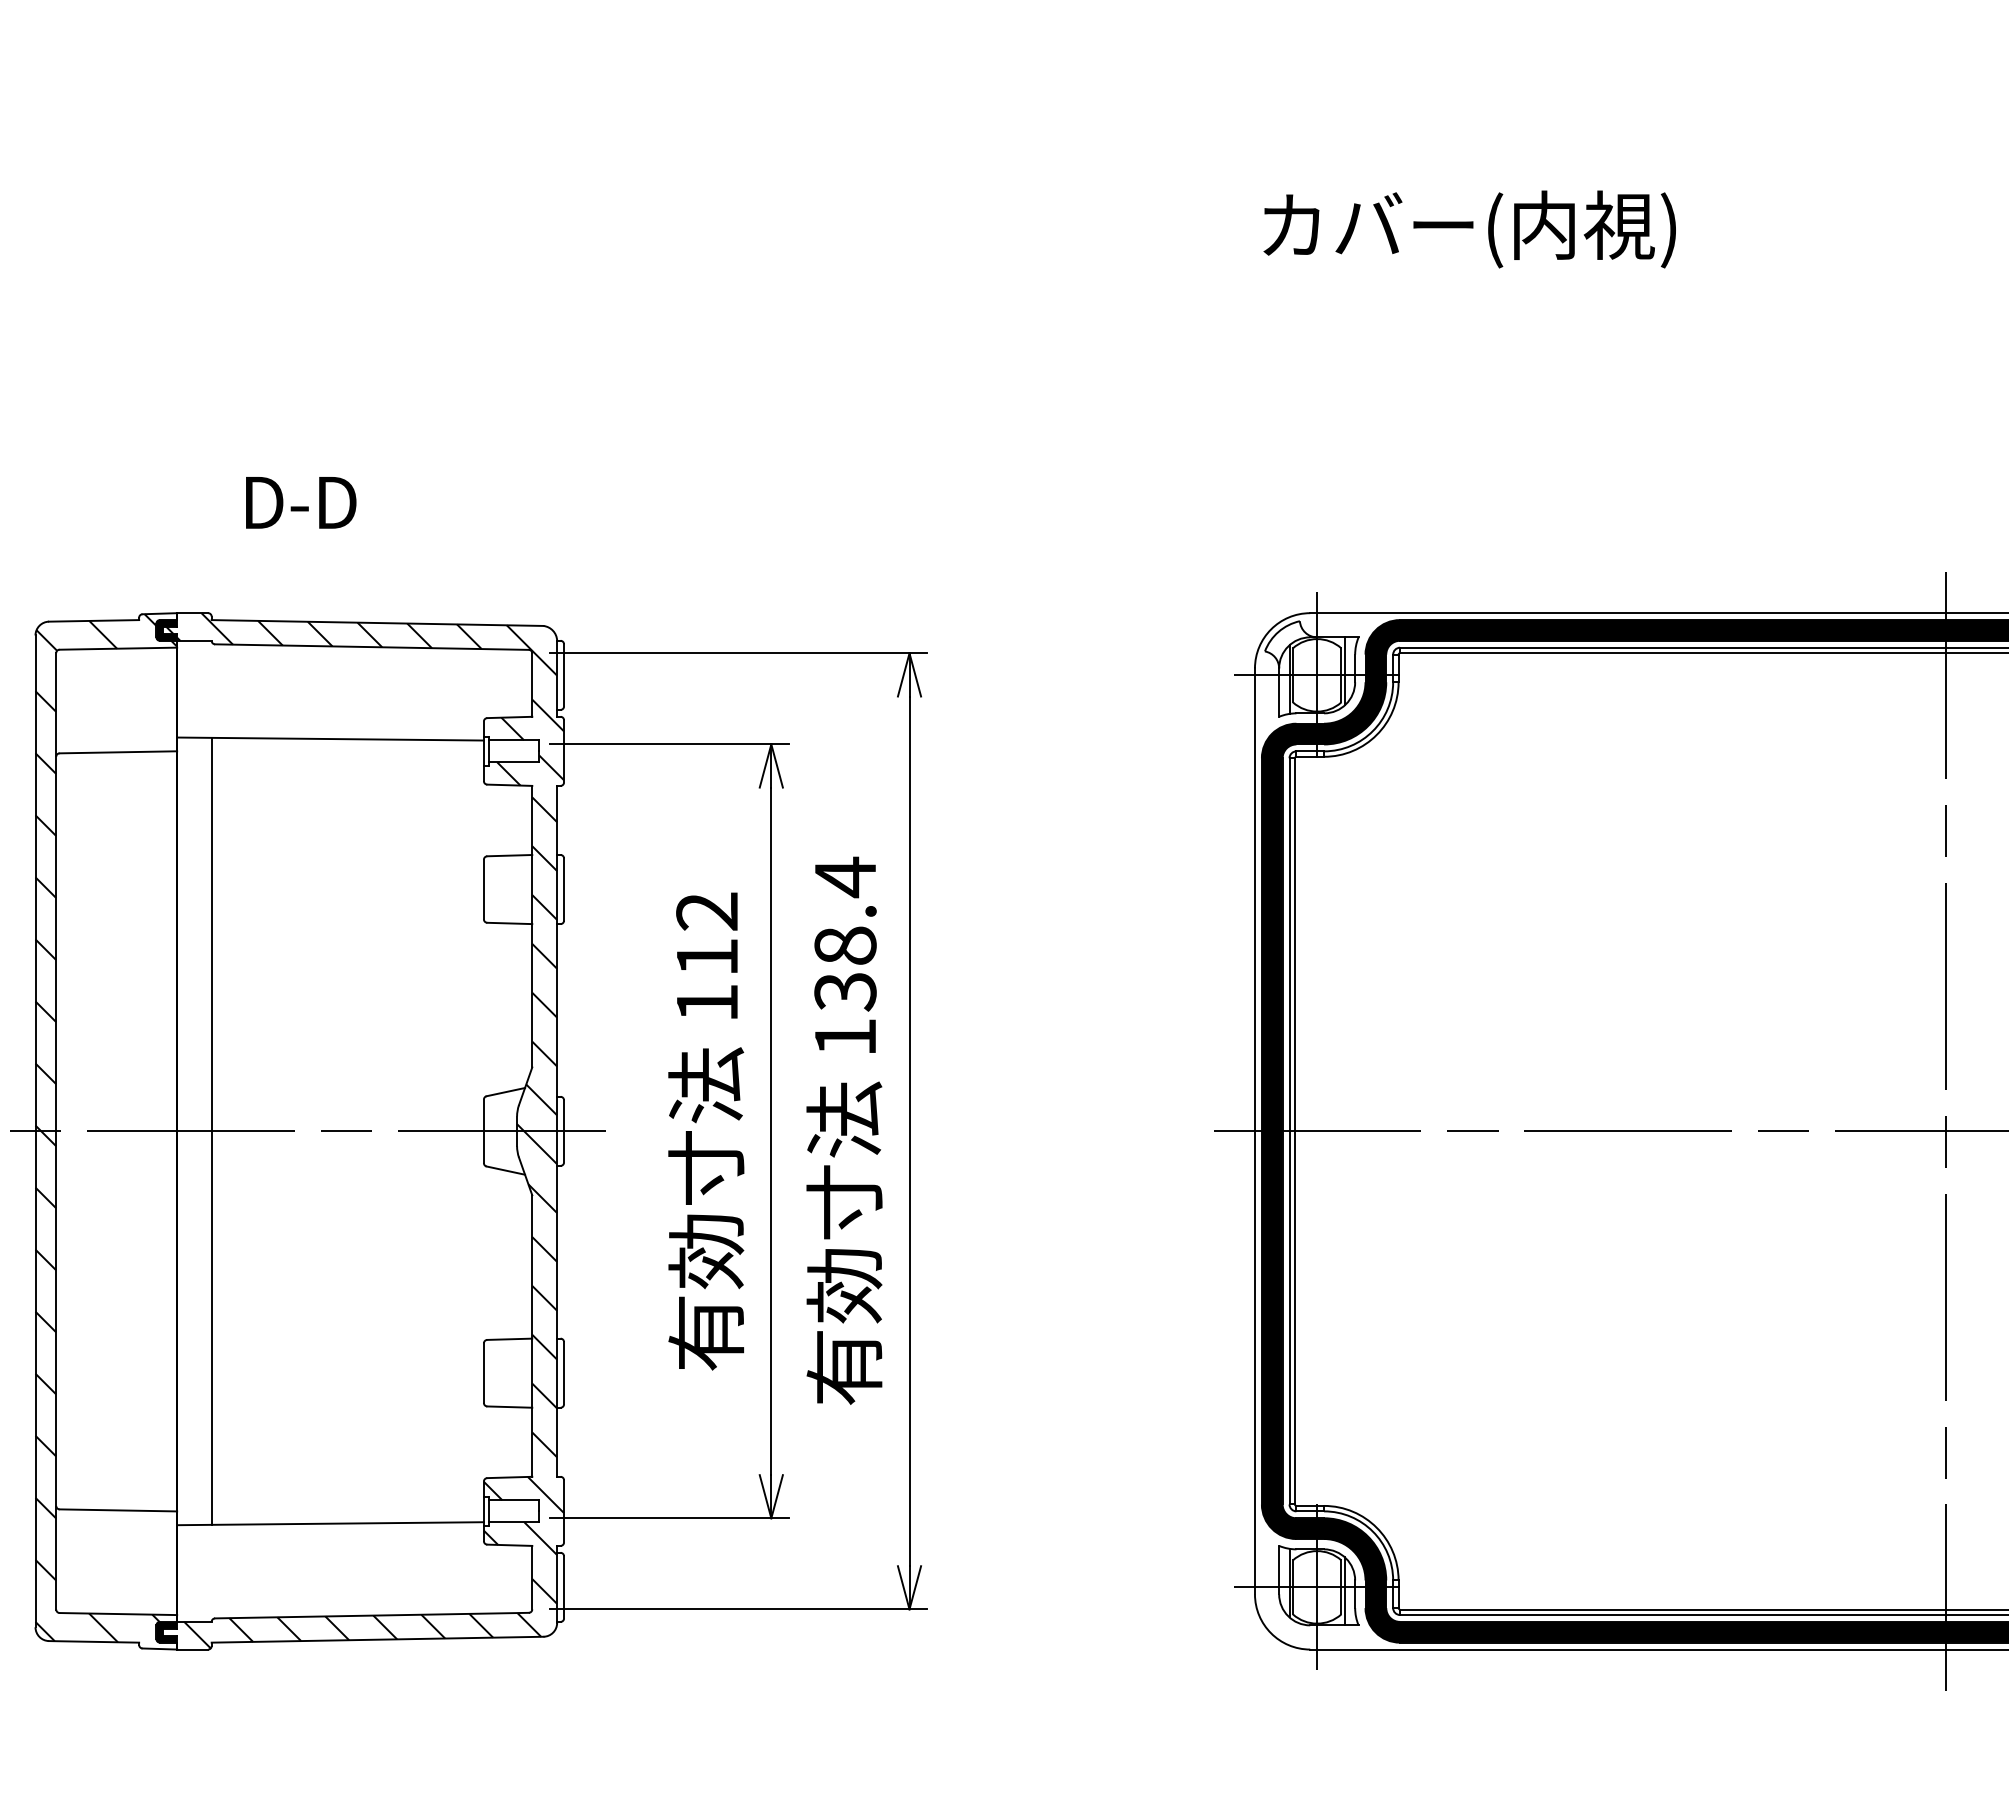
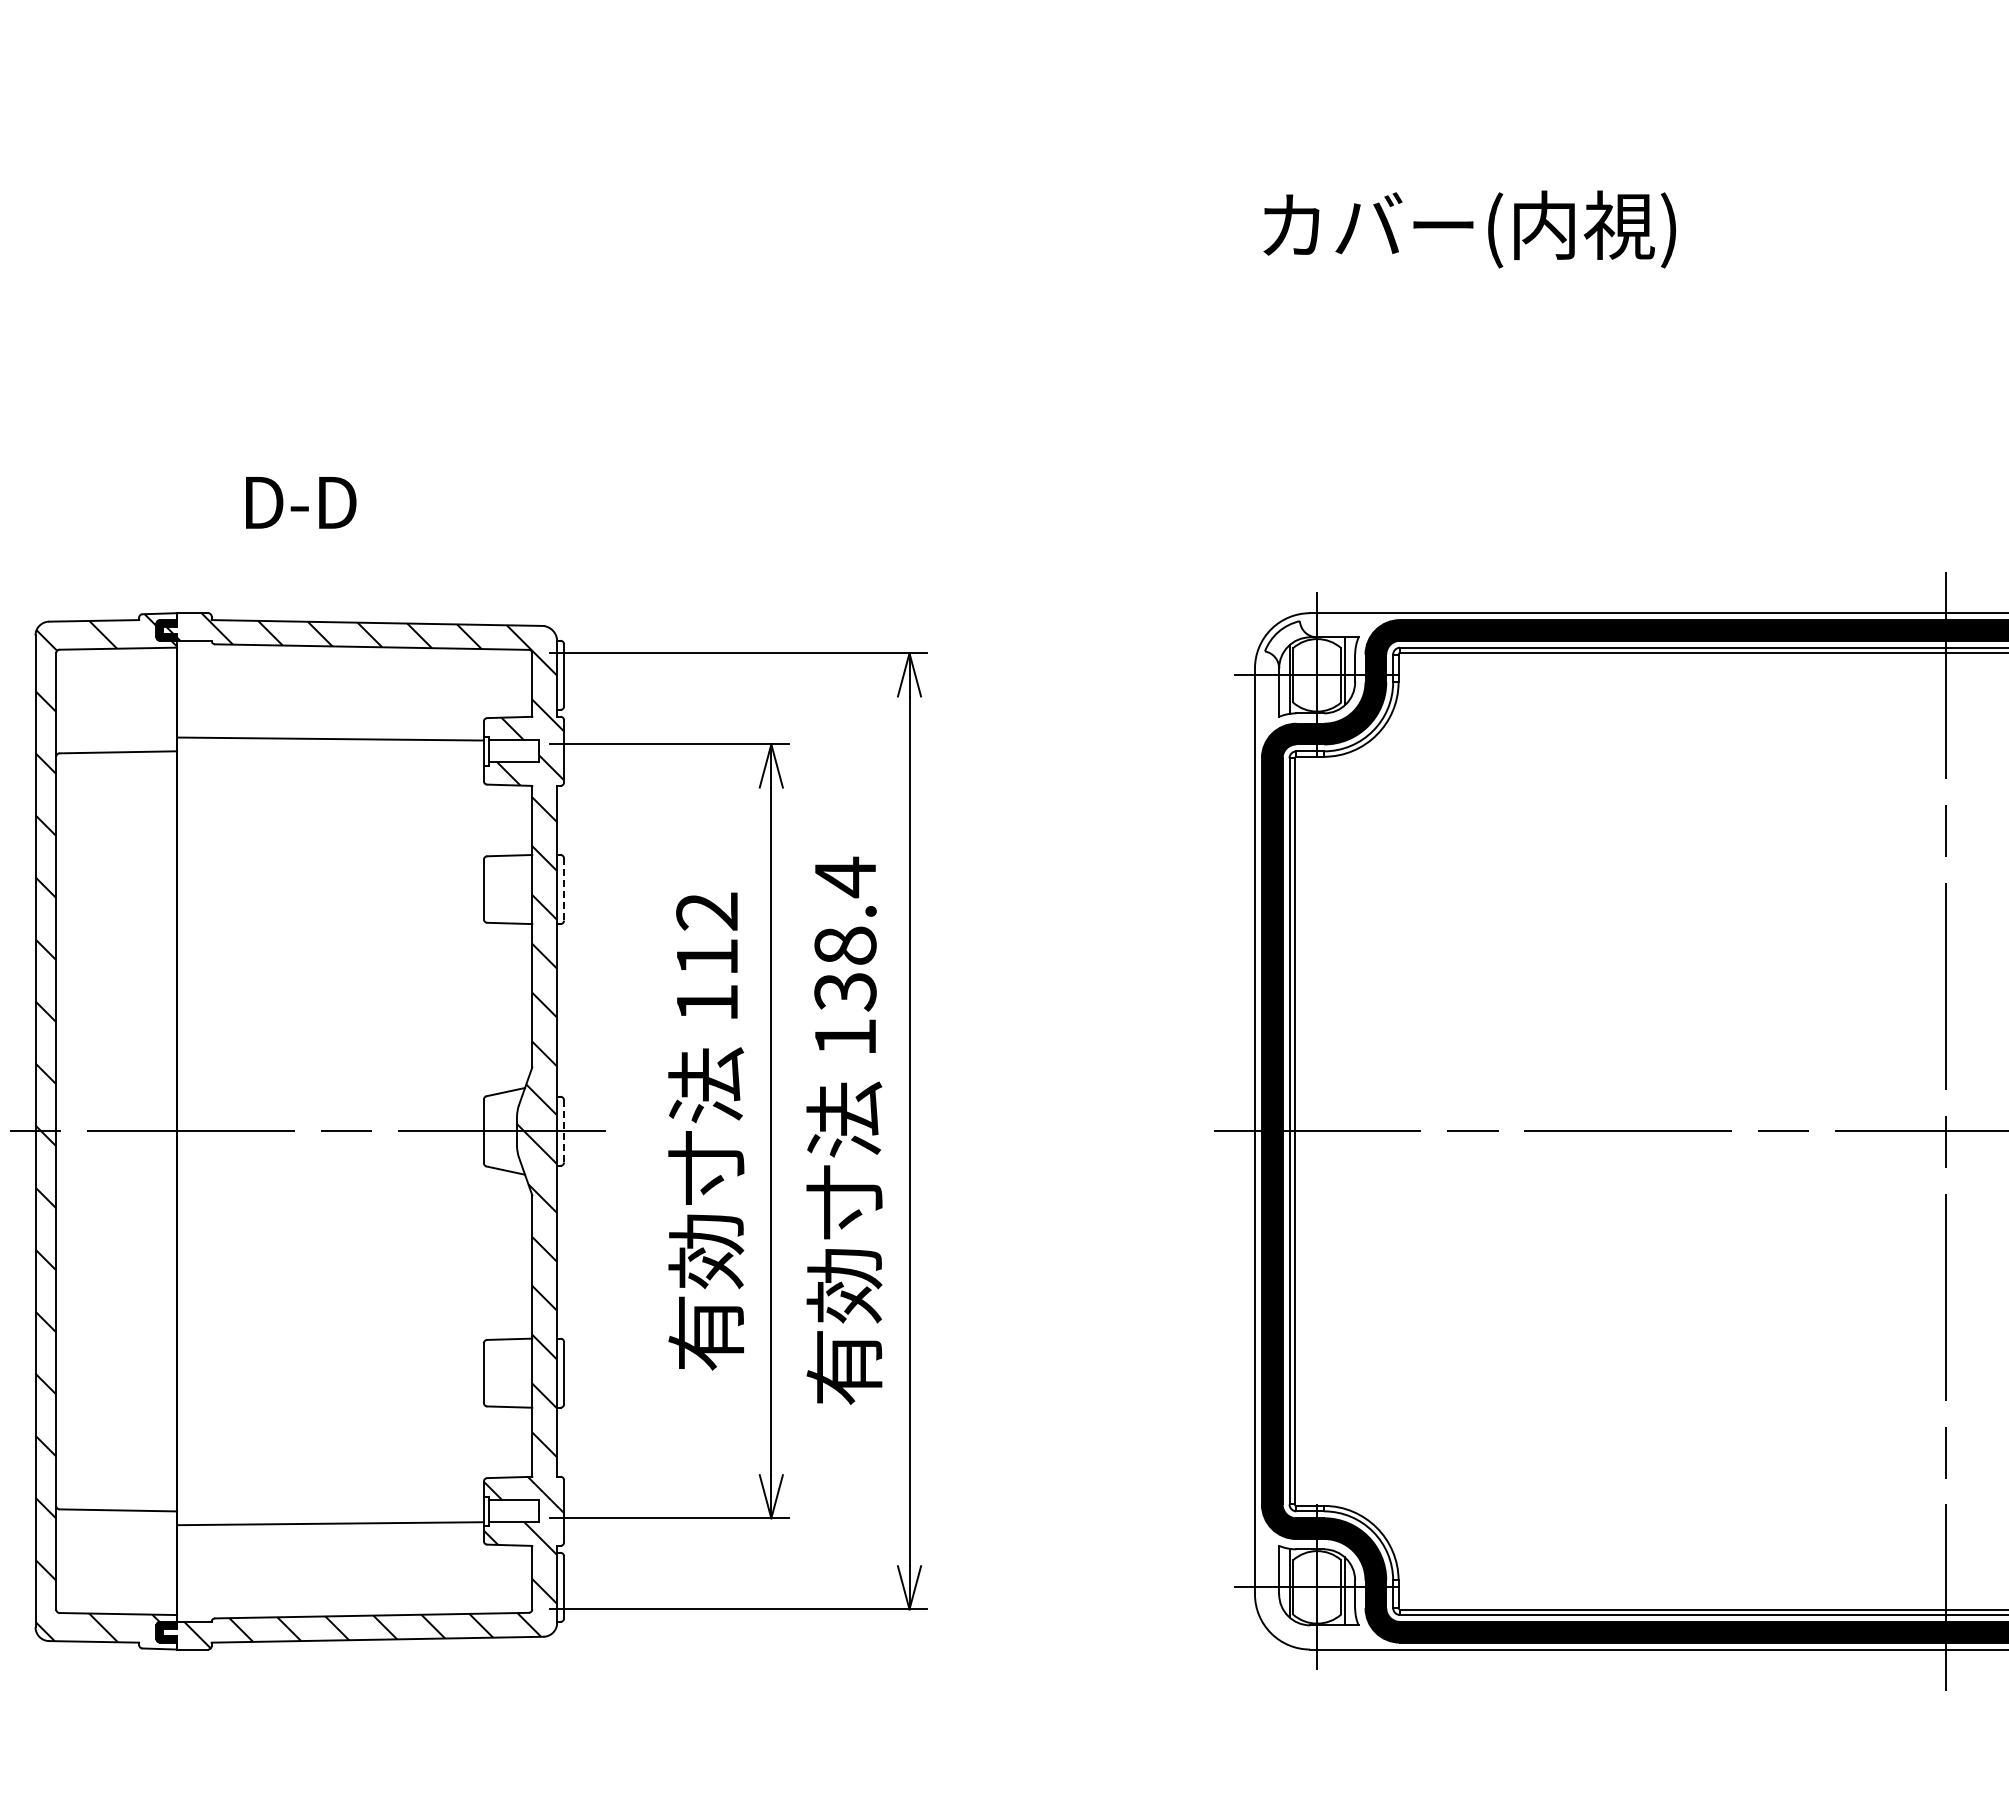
line at (564, 890): solid -> dashed
line at (211, 1130): present -> none
line at (564, 1131): solid -> dashed
